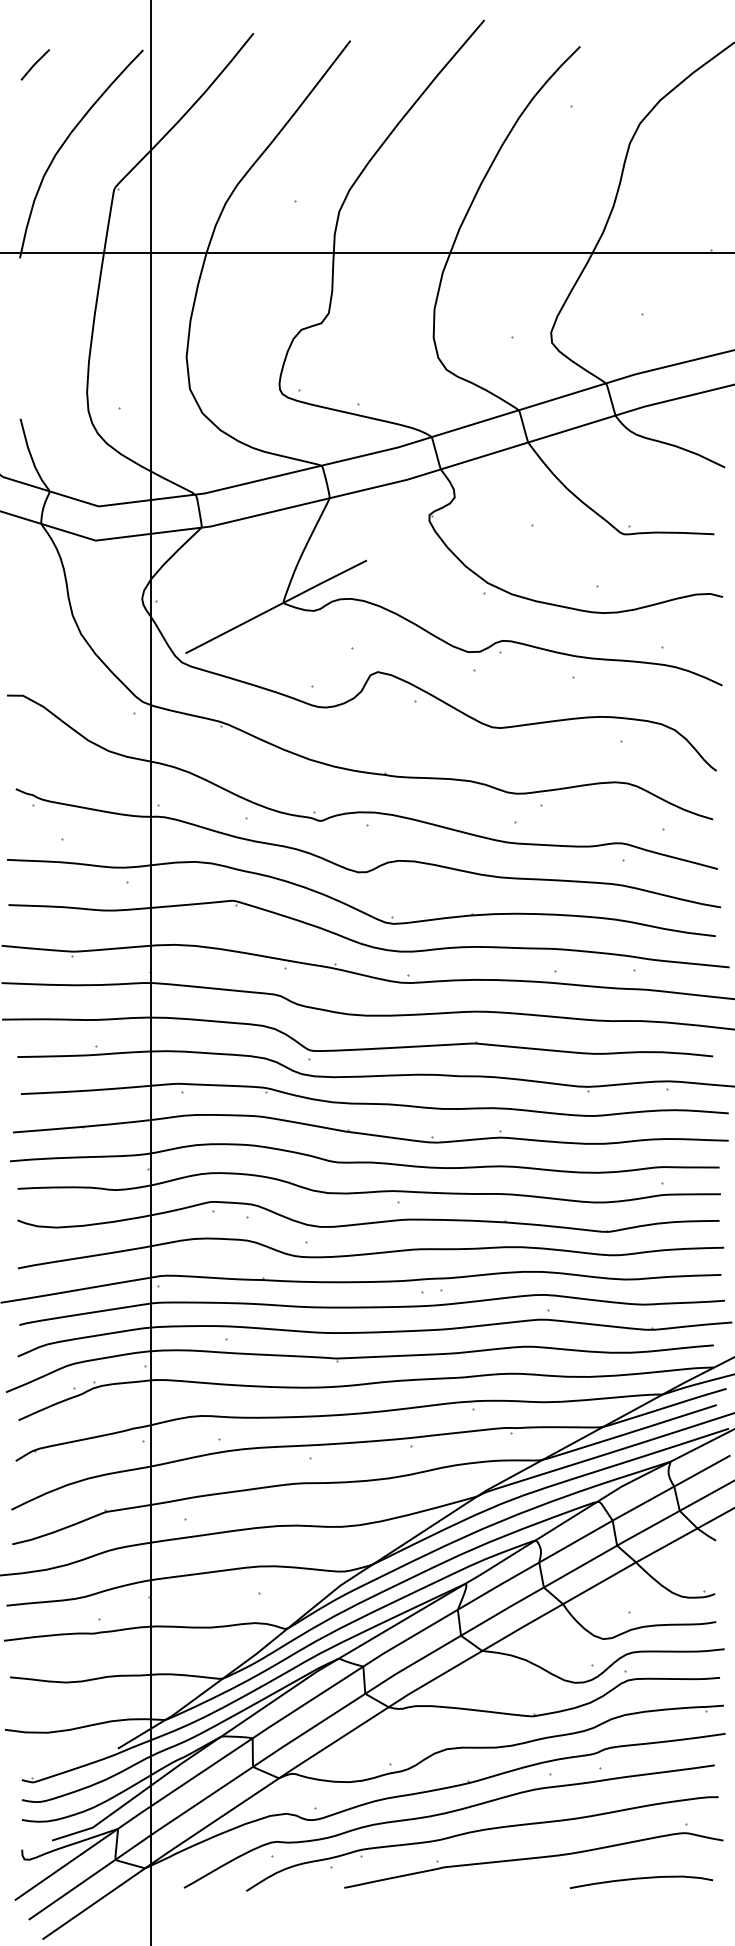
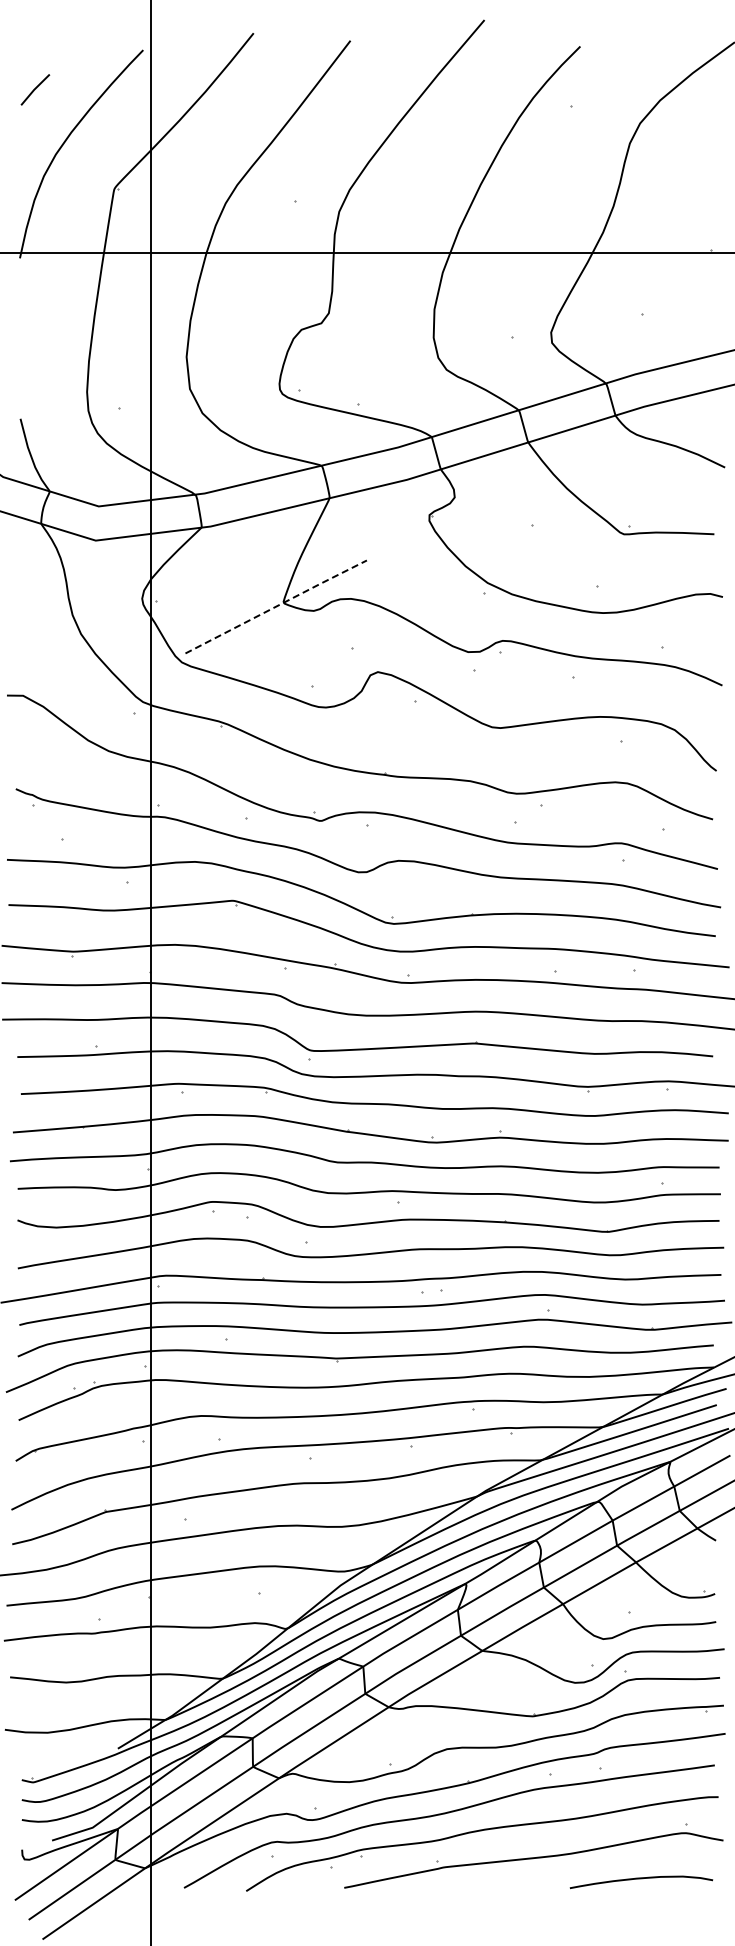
line at (35, 64) position: (35, 64) -> (35, 89)
line at (276, 606): solid -> dashed
